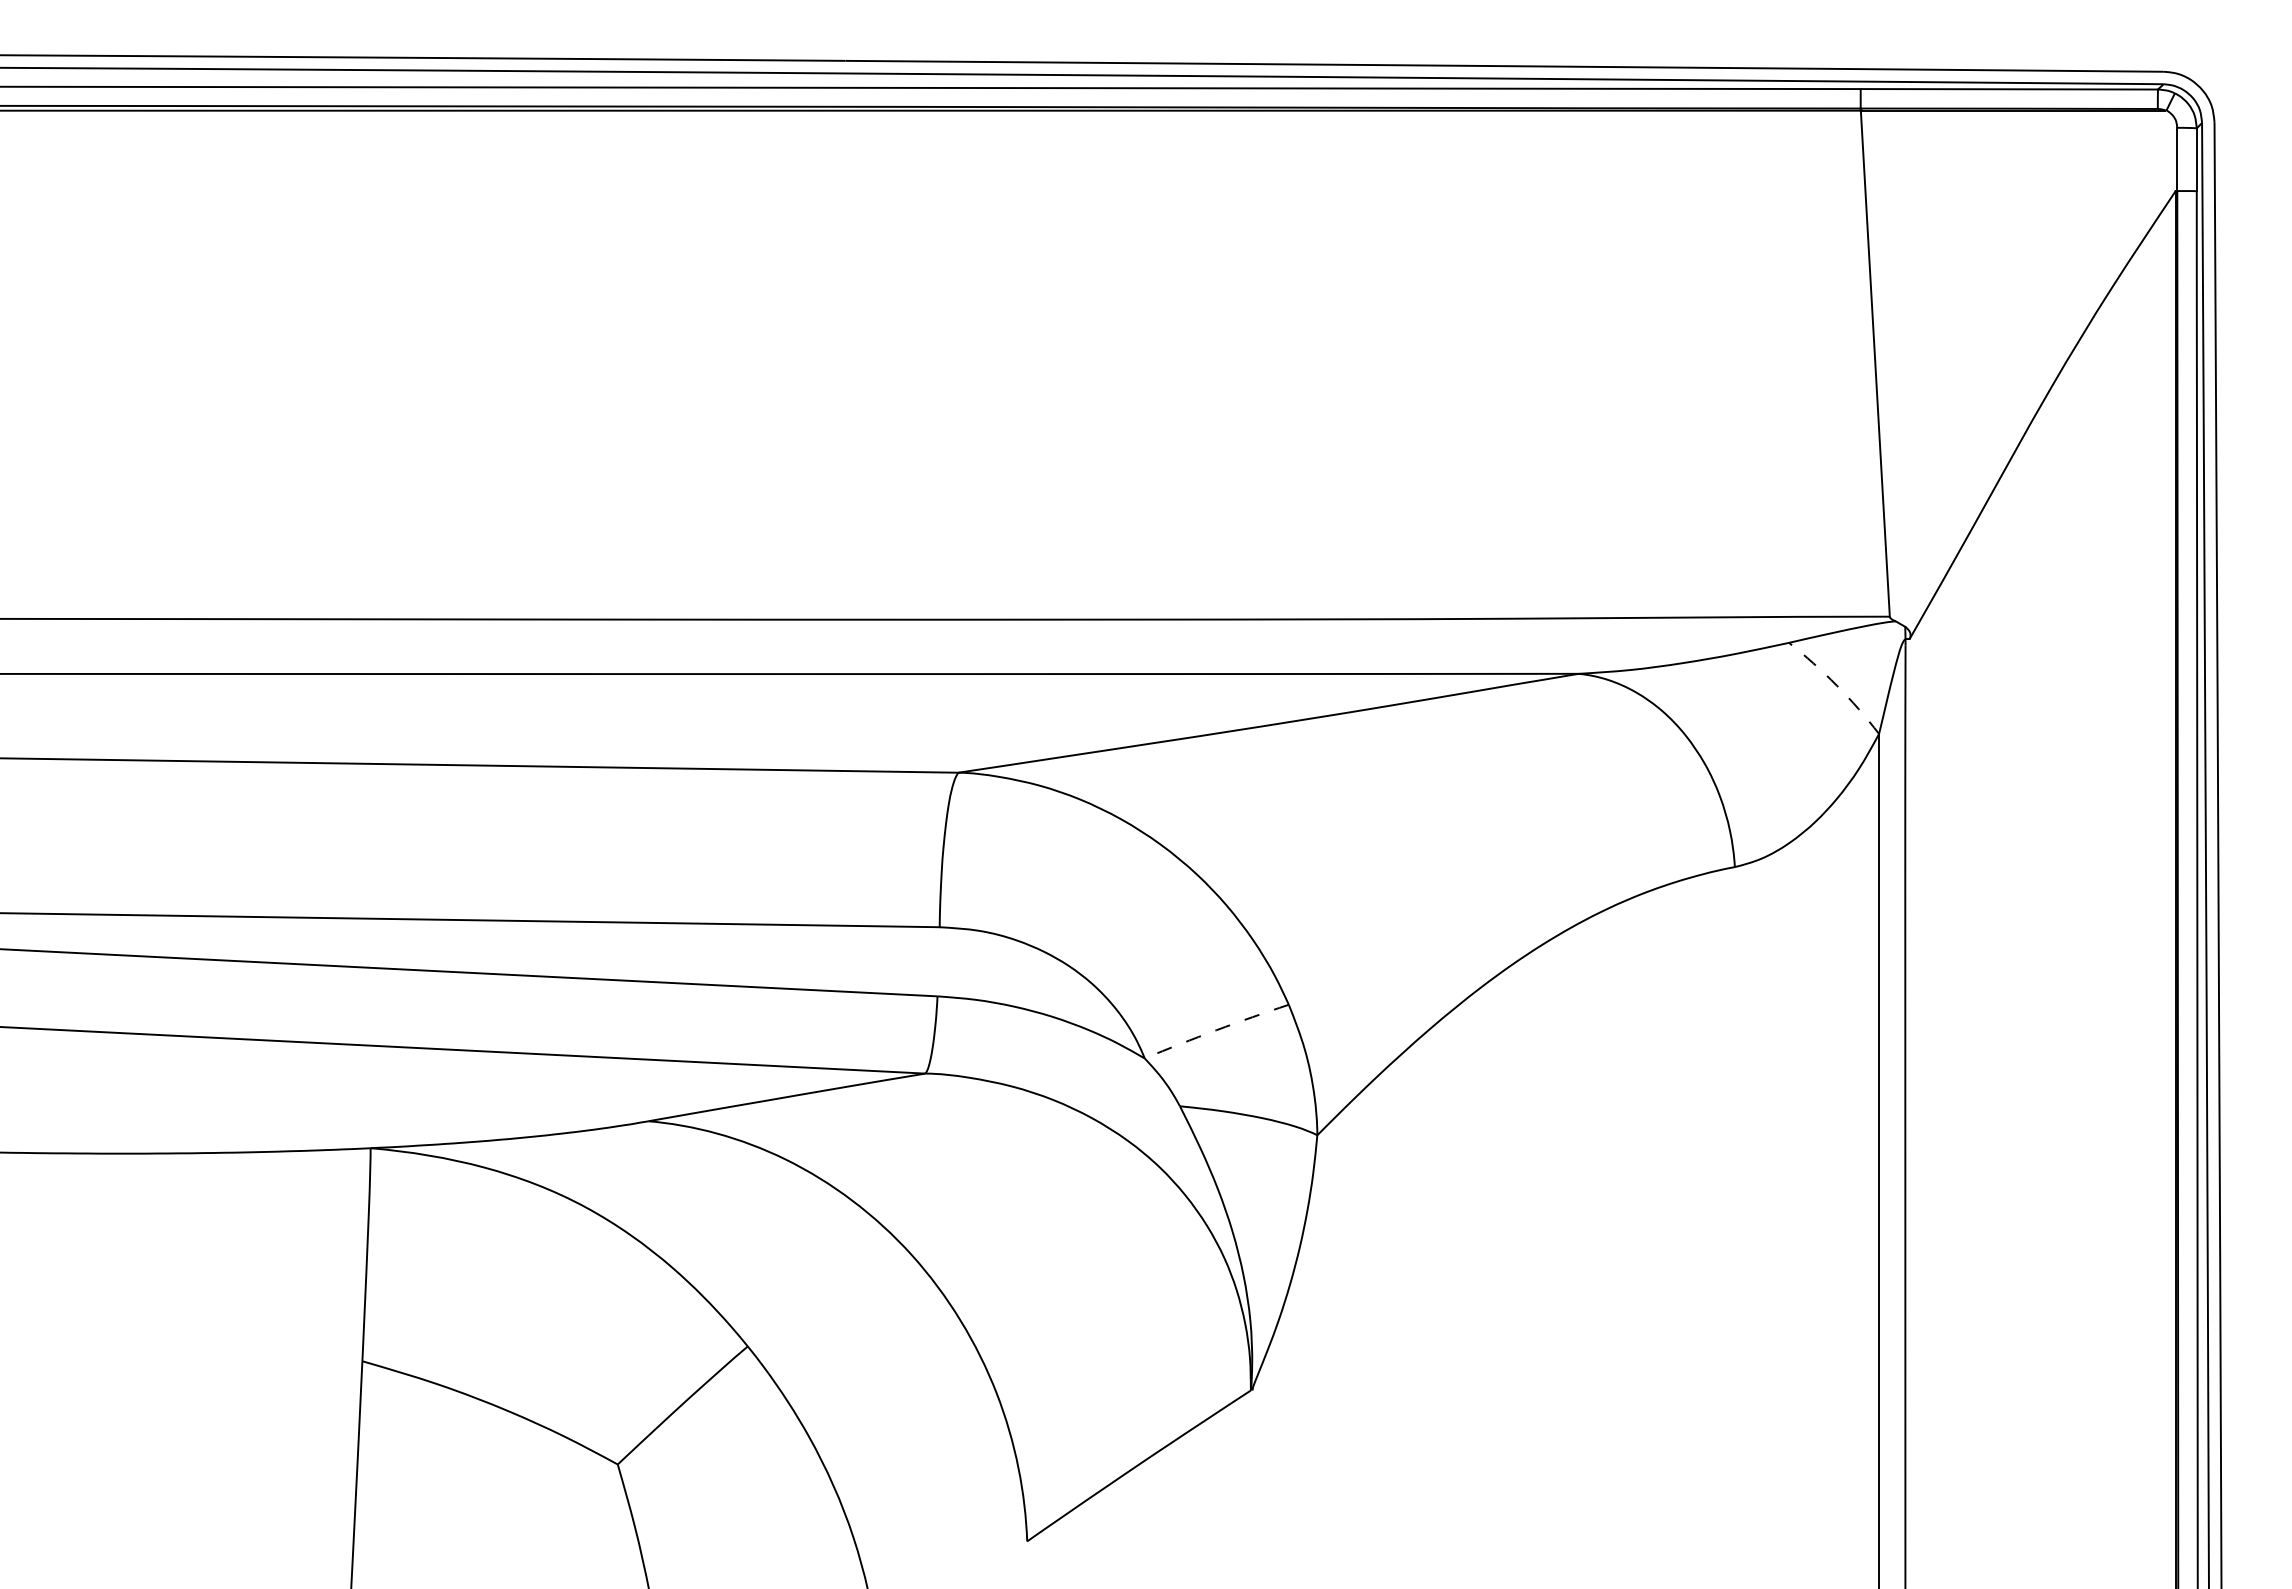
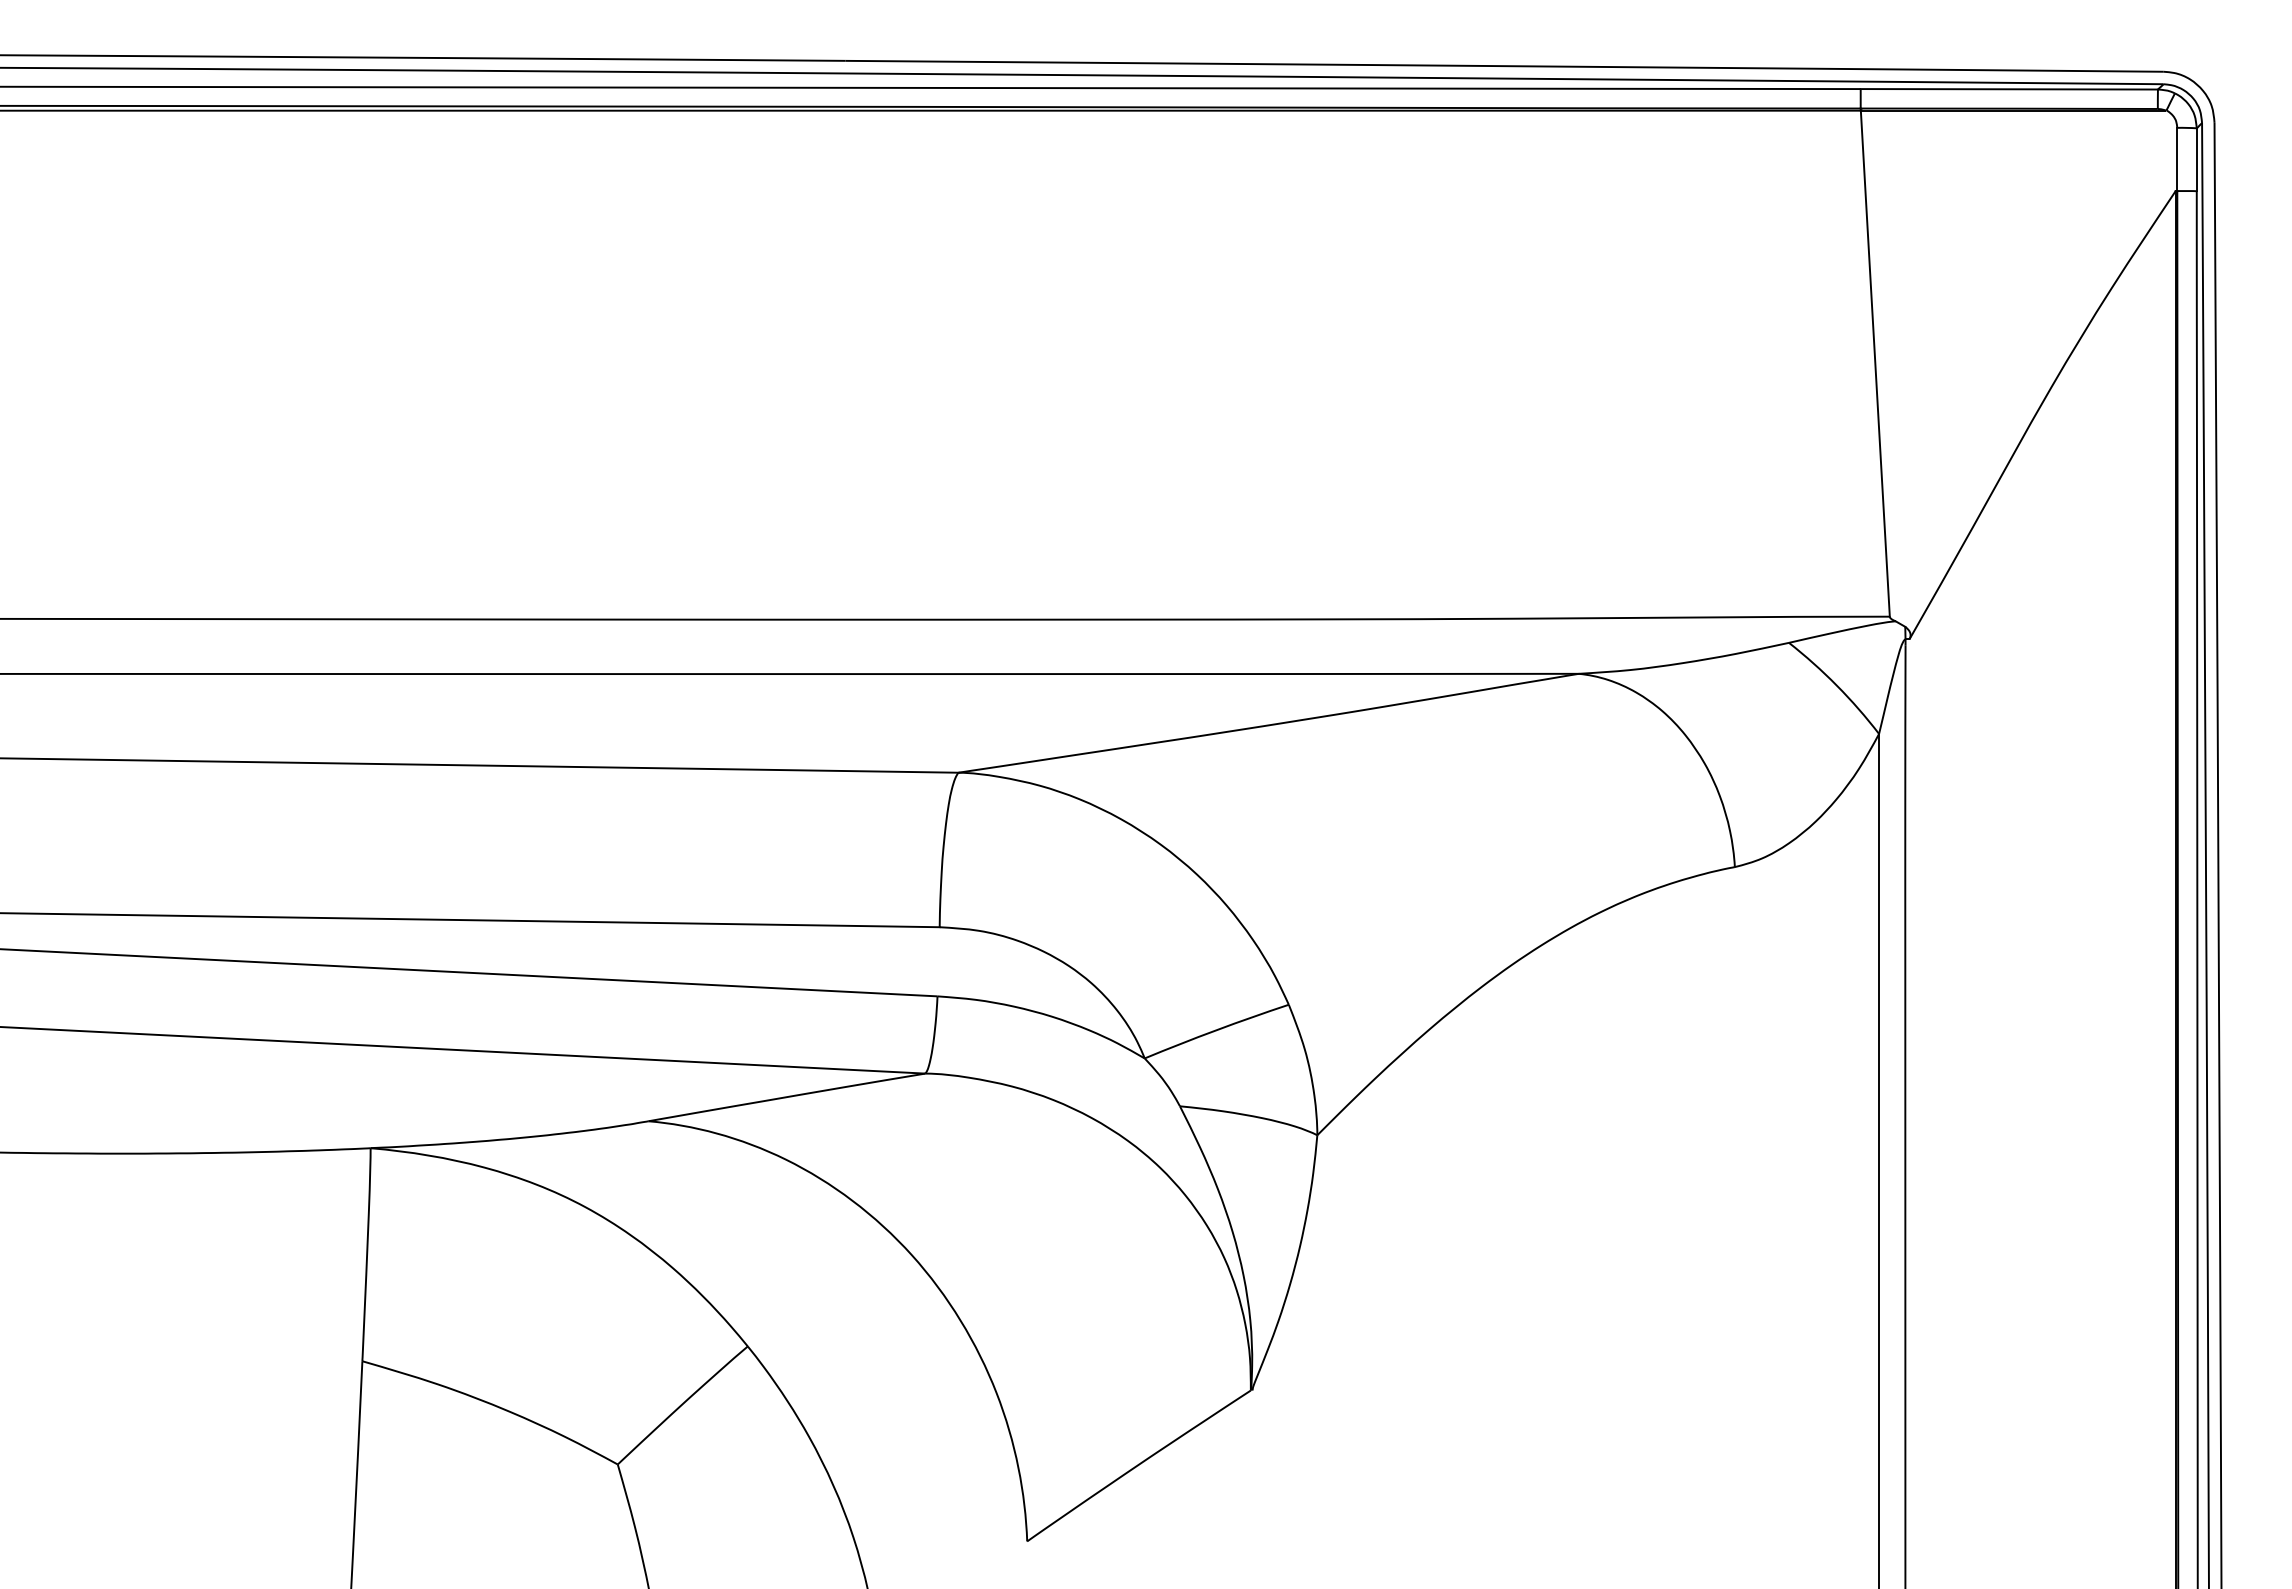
arc at (1836, 685): dashed -> solid
arc at (1216, 1030): dashed -> solid
